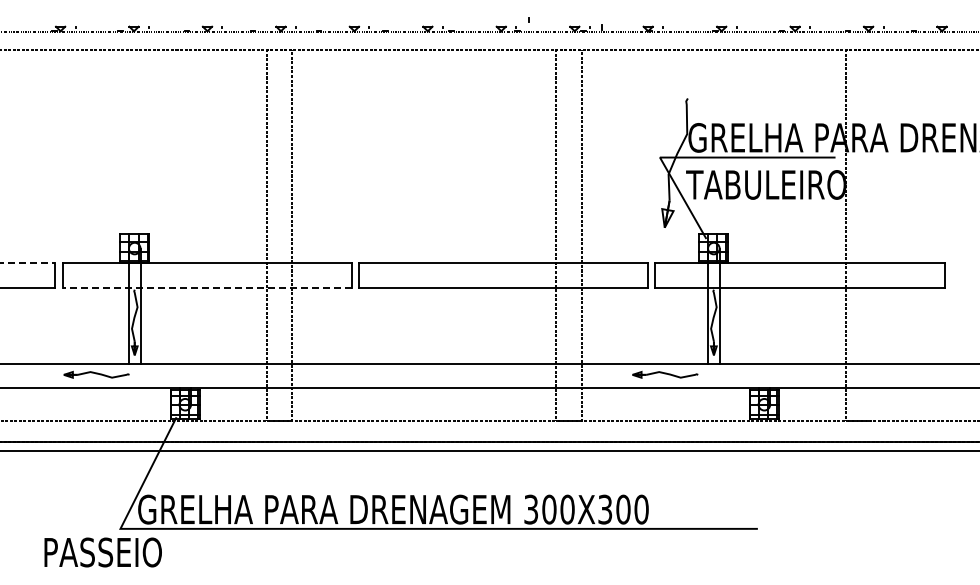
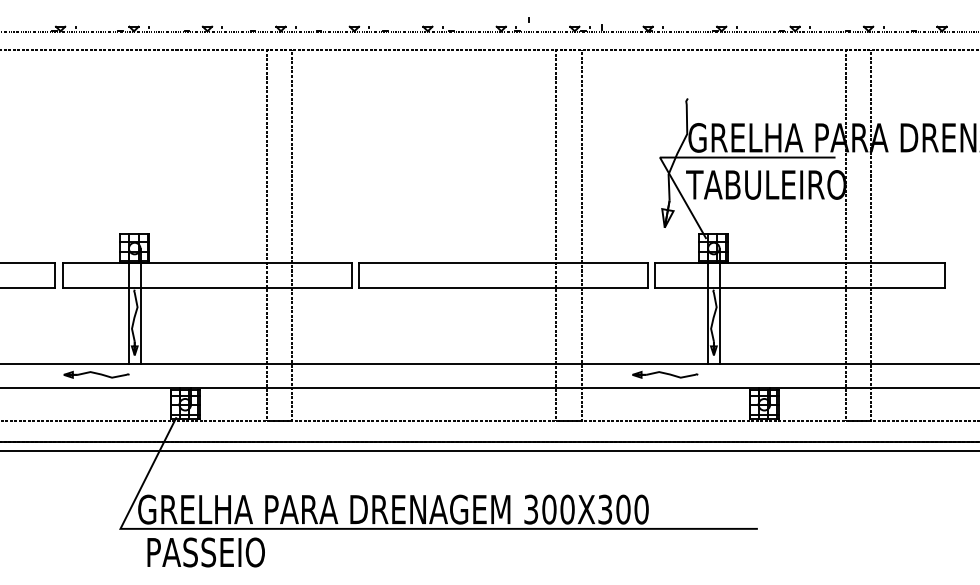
line at (871, 234): none -> present
line at (28, 263): dashed -> solid
line at (207, 288): dashed -> solid
text at (102, 552) position: (102, 552) -> (205, 552)
